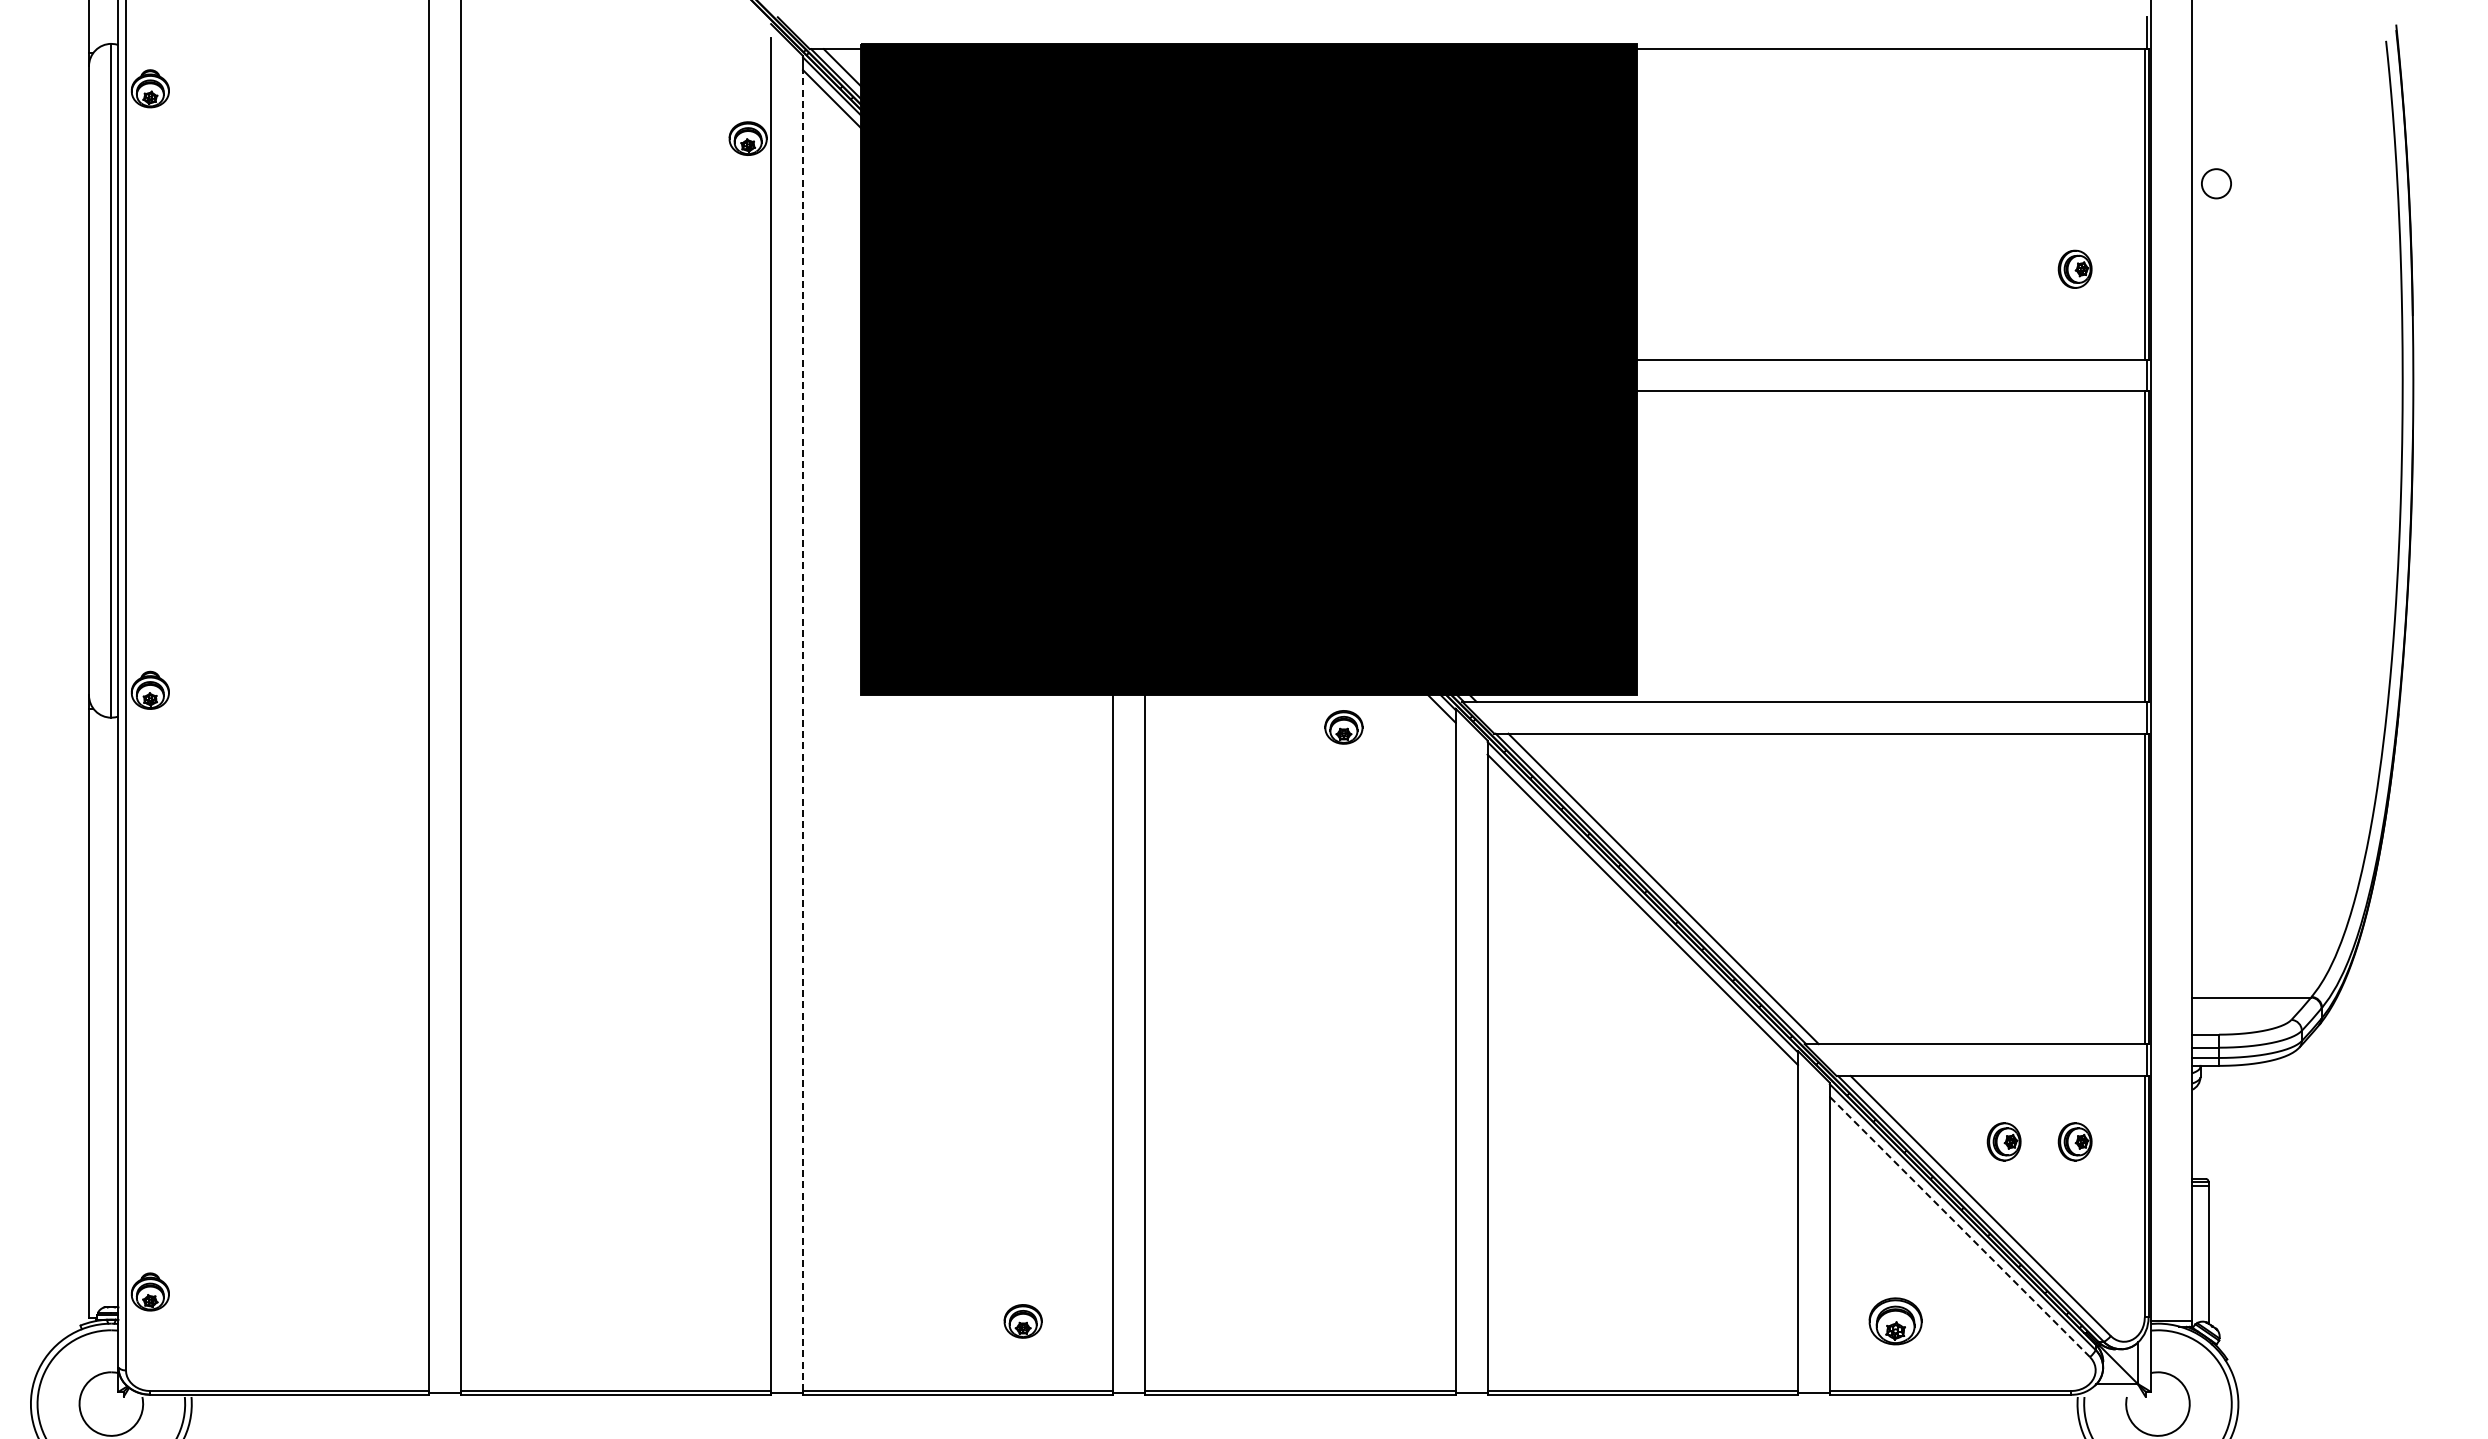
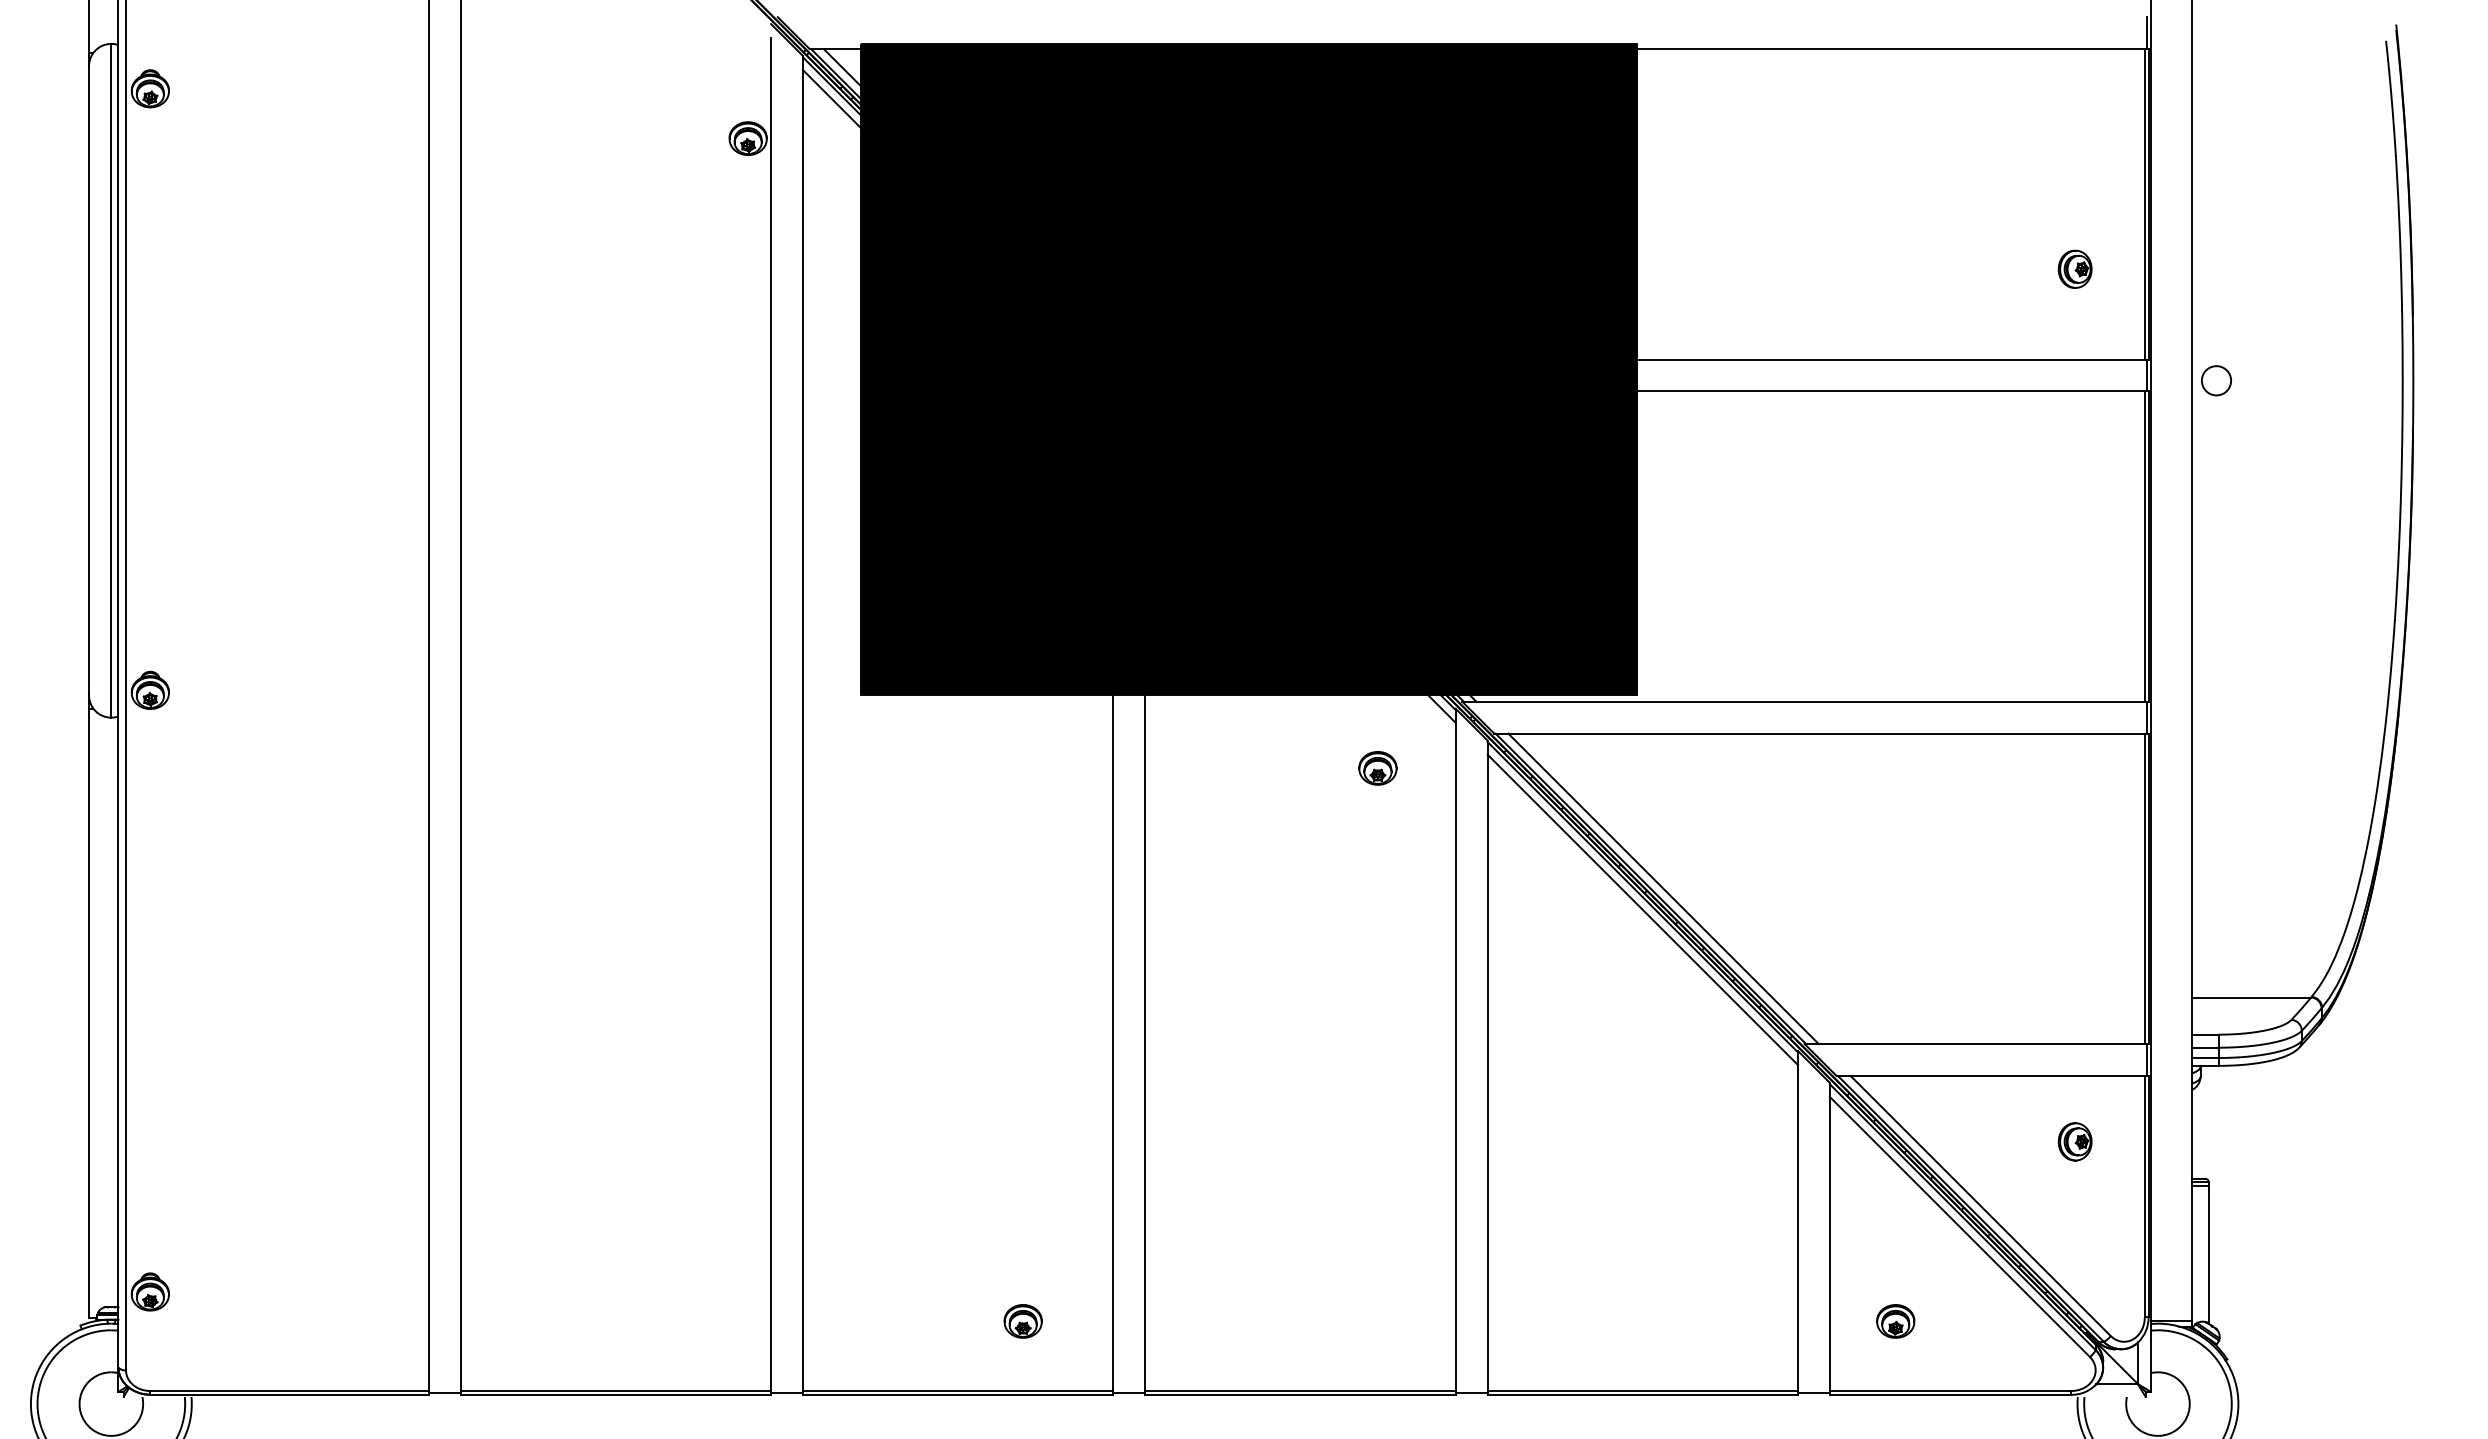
circle at (2216, 183) position: (2216, 183) -> (2216, 380)
part at (1343, 727) position: (1343, 727) -> (1377, 768)
line at (803, 730): dashed -> solid
part at (2003, 1141): present -> none
line at (1959, 1226): dashed -> solid
part at (1895, 1321) size: 55x49 px -> 40x35 px
